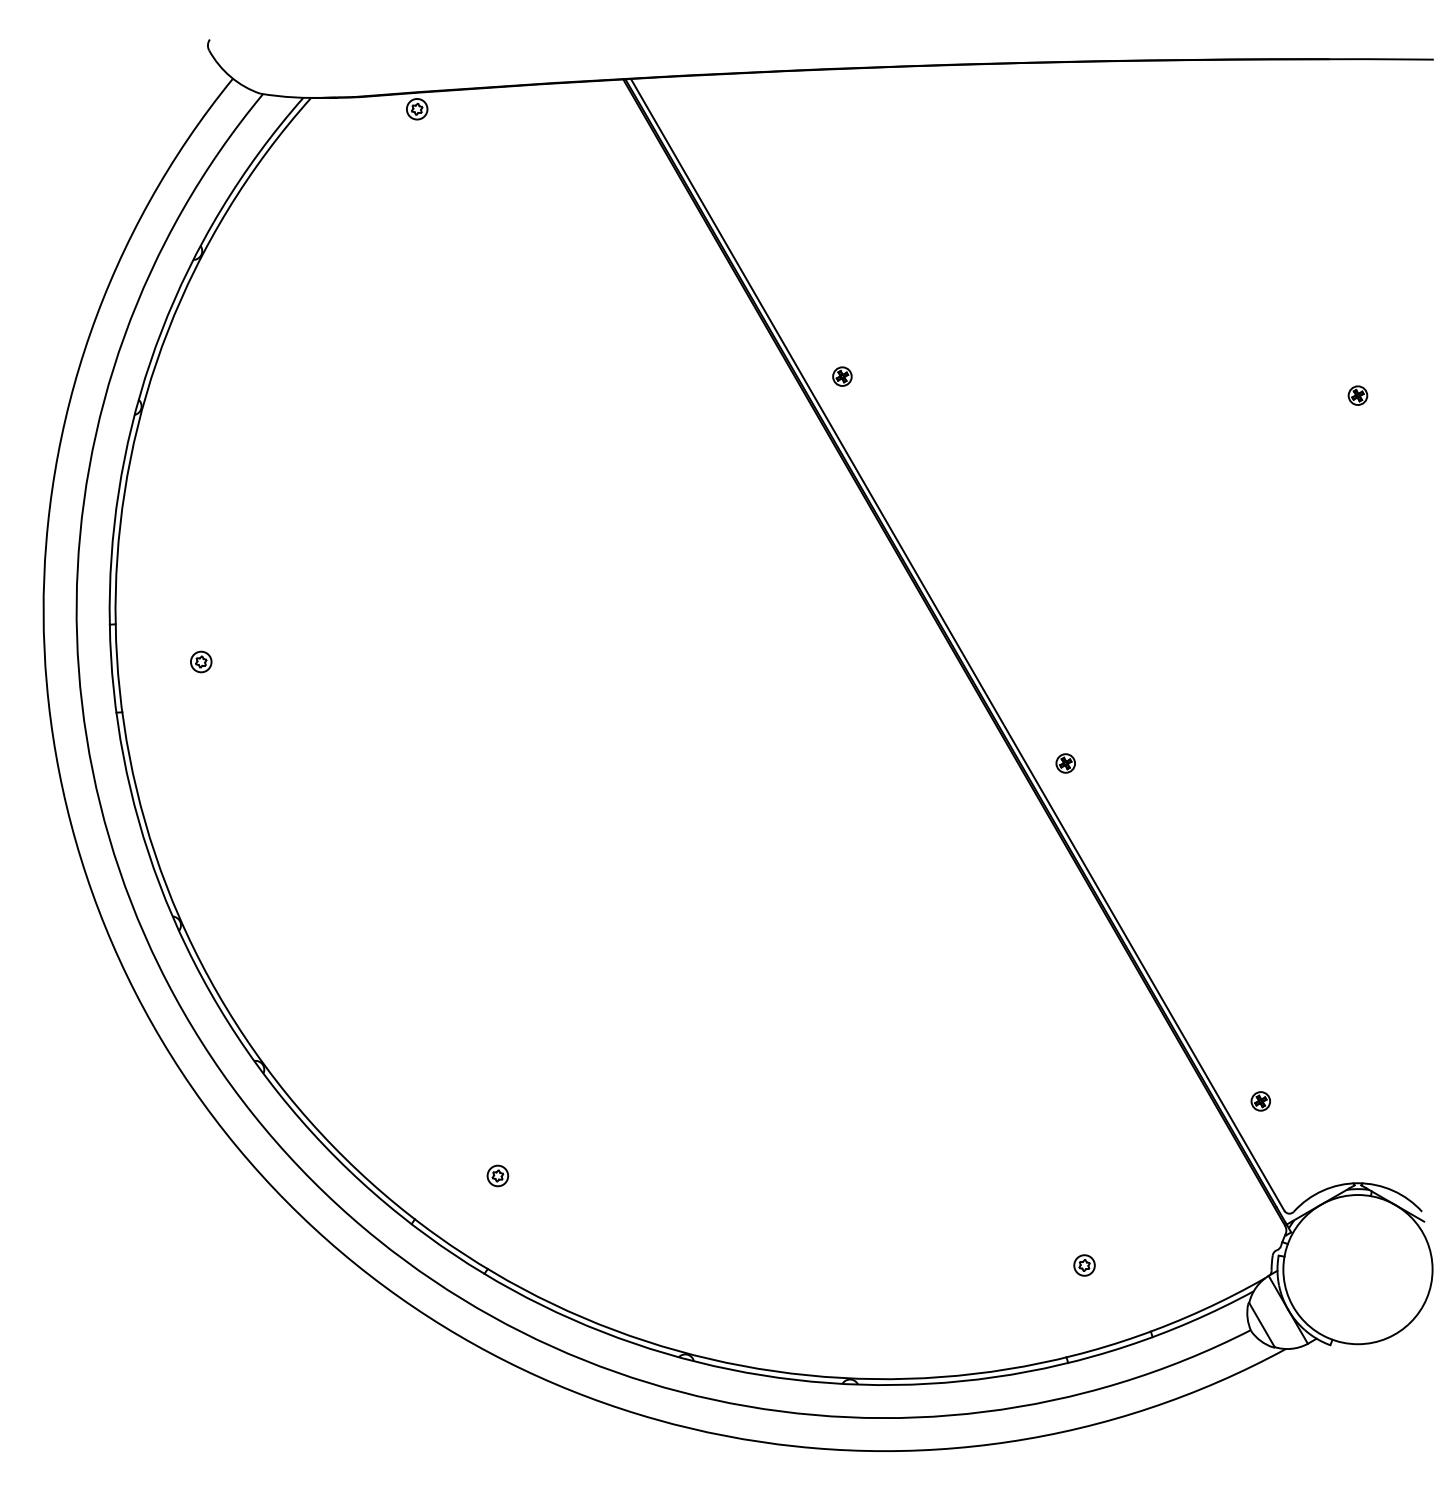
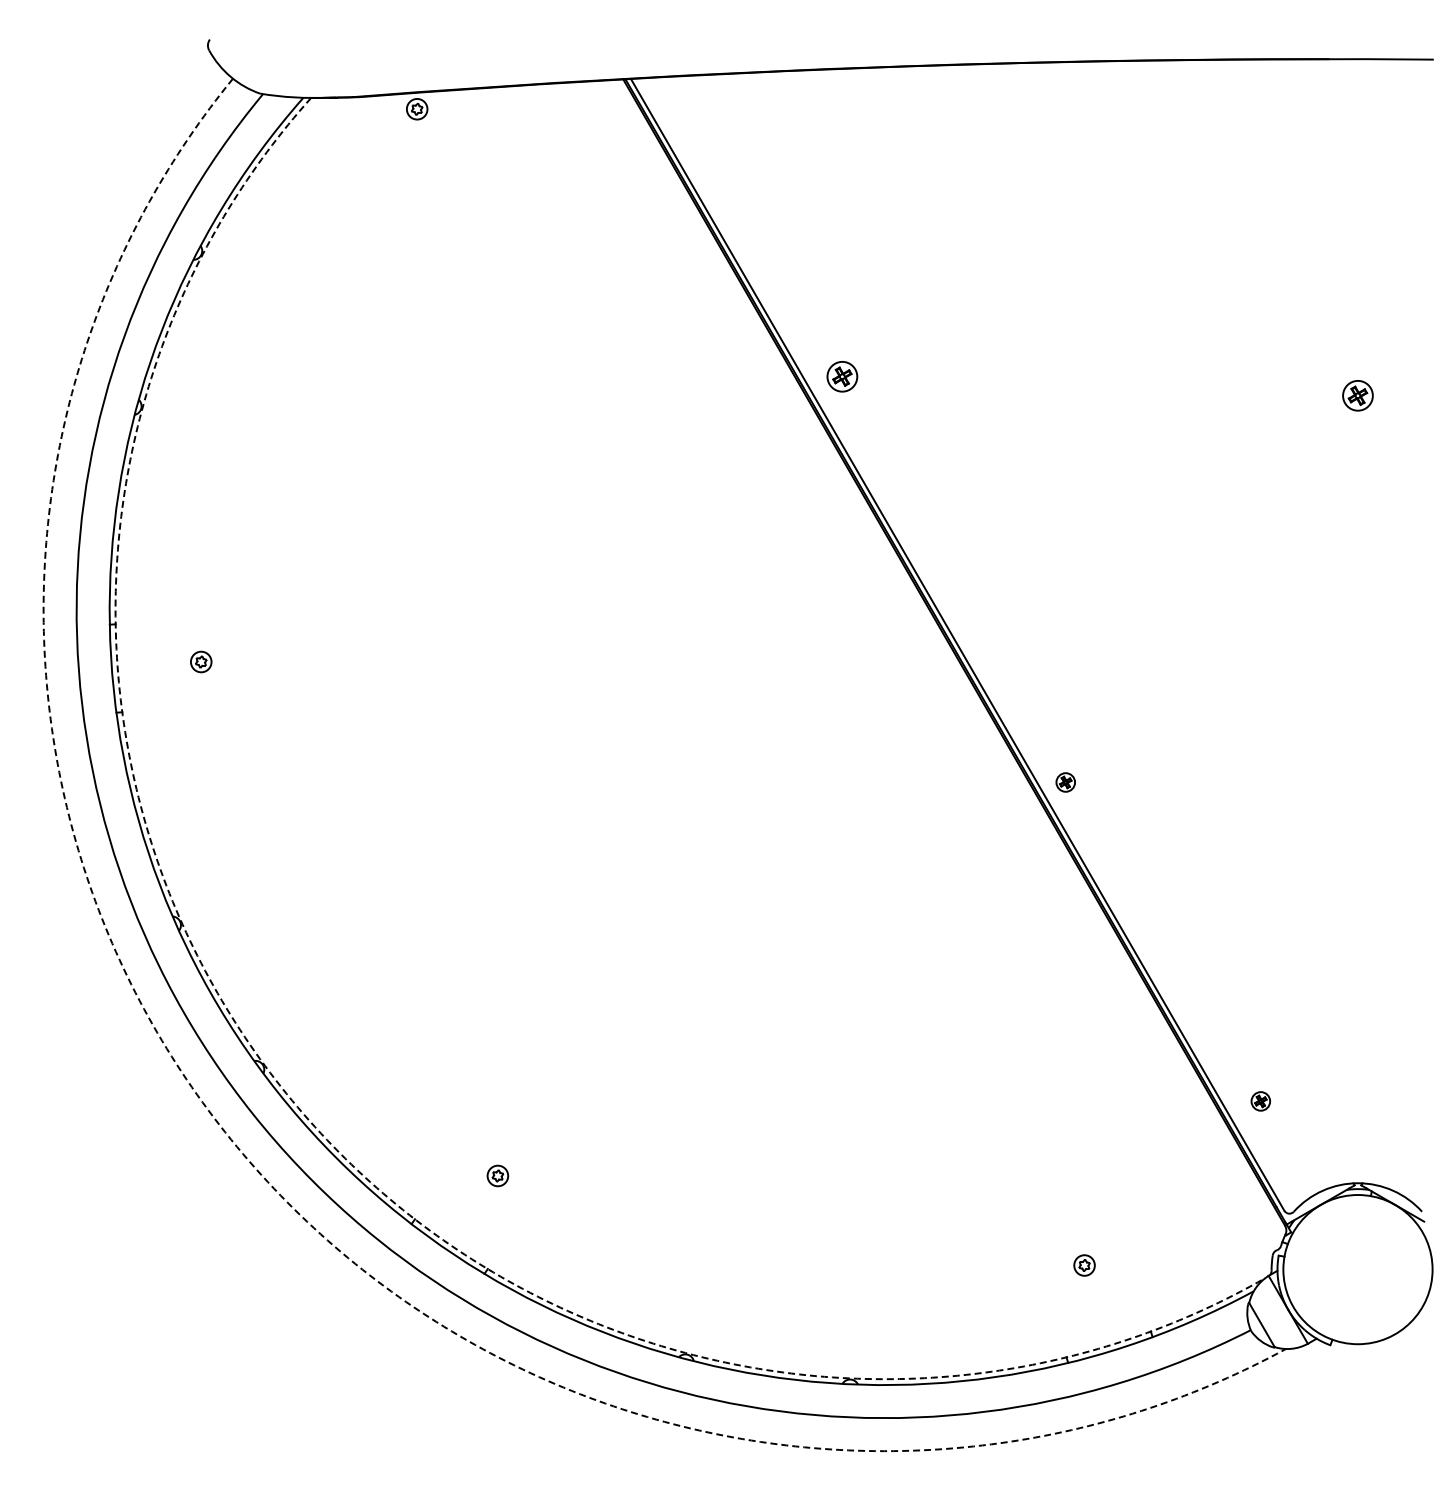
part at (842, 376) size: 21x21 px -> 33x32 px
part at (1357, 395) size: 22x21 px -> 32x32 px
part at (1065, 763) position: (1065, 763) -> (1065, 782)
arc at (286, 1093): solid -> dashed
arc at (237, 1146): solid -> dashed
